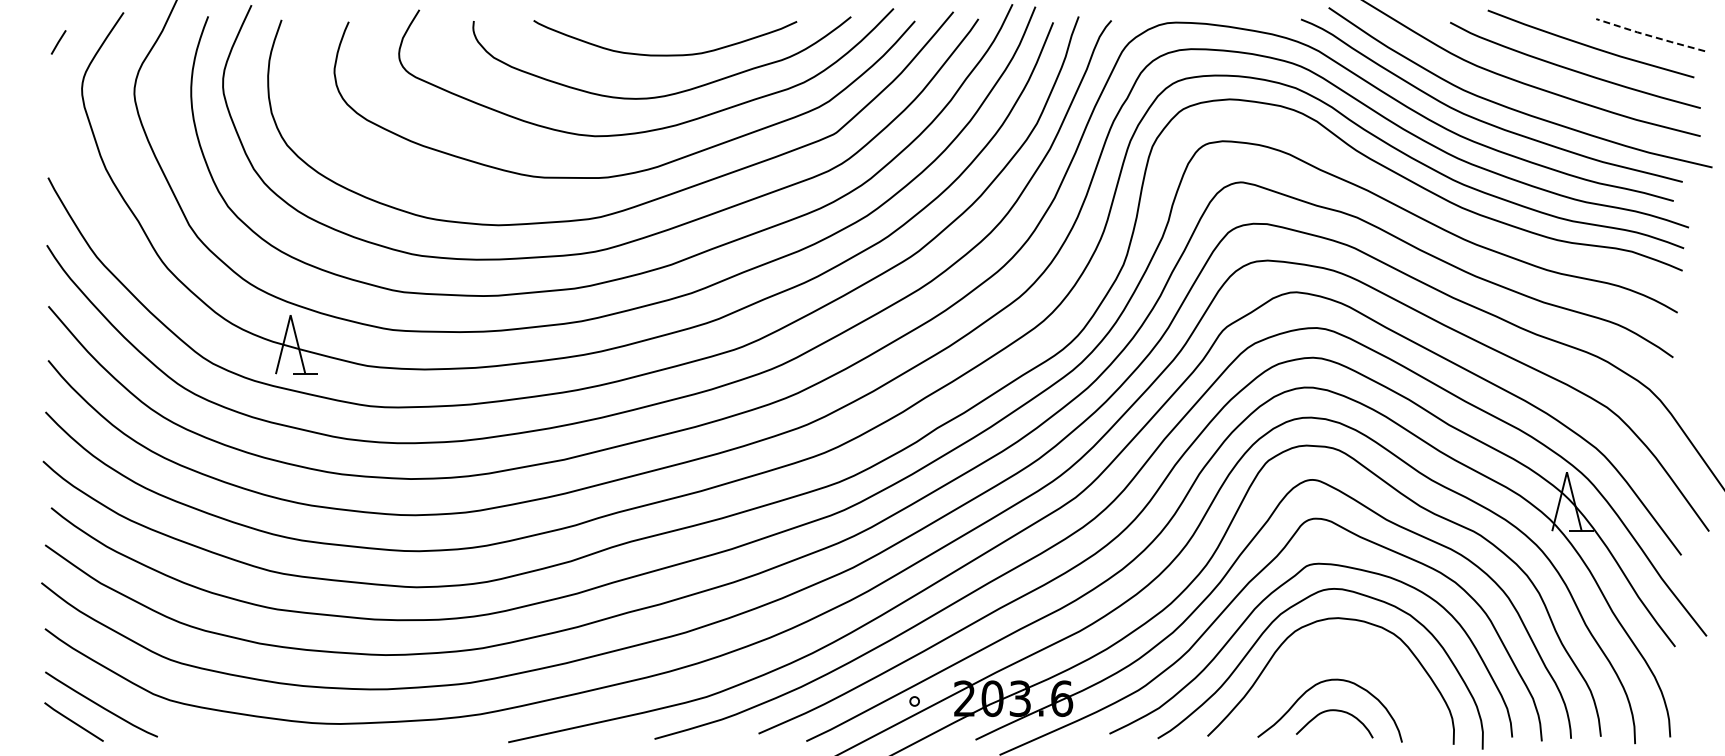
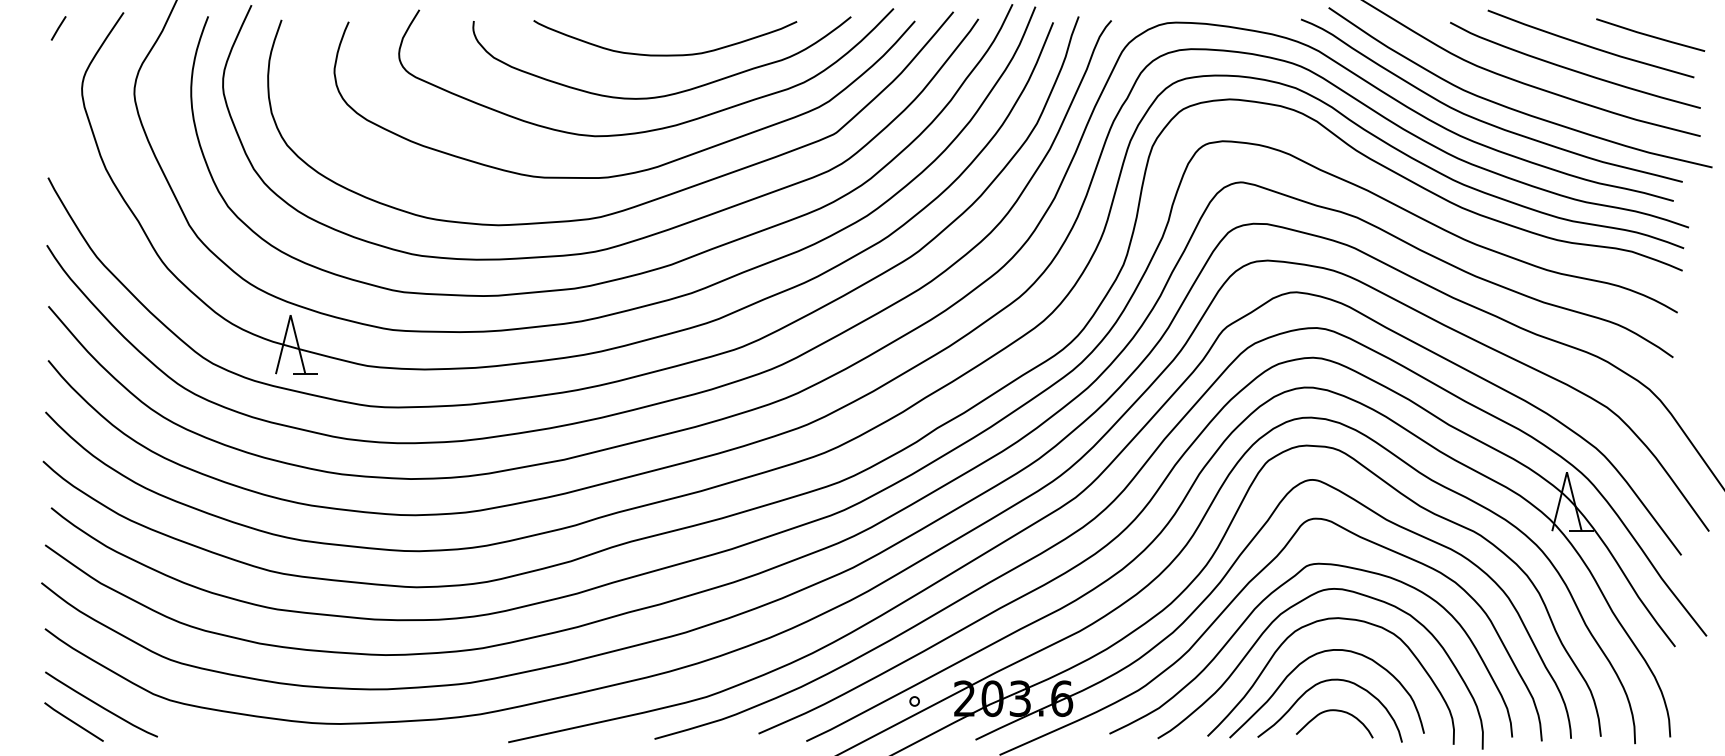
line at (1650, 36): dashed -> solid
line at (58, 42) position: (58, 42) -> (58, 28)
curve at (1304, 662): none -> present
